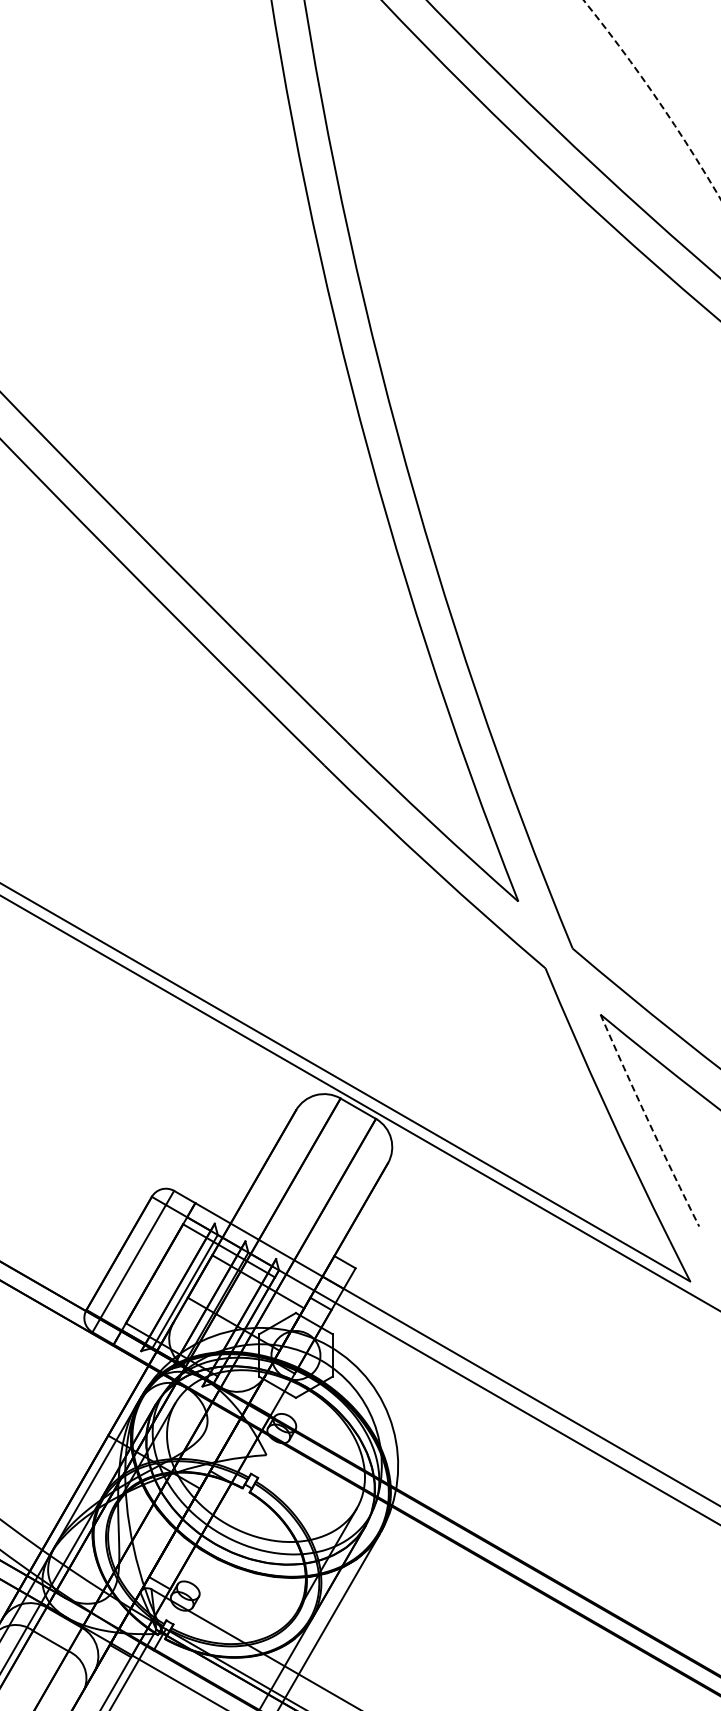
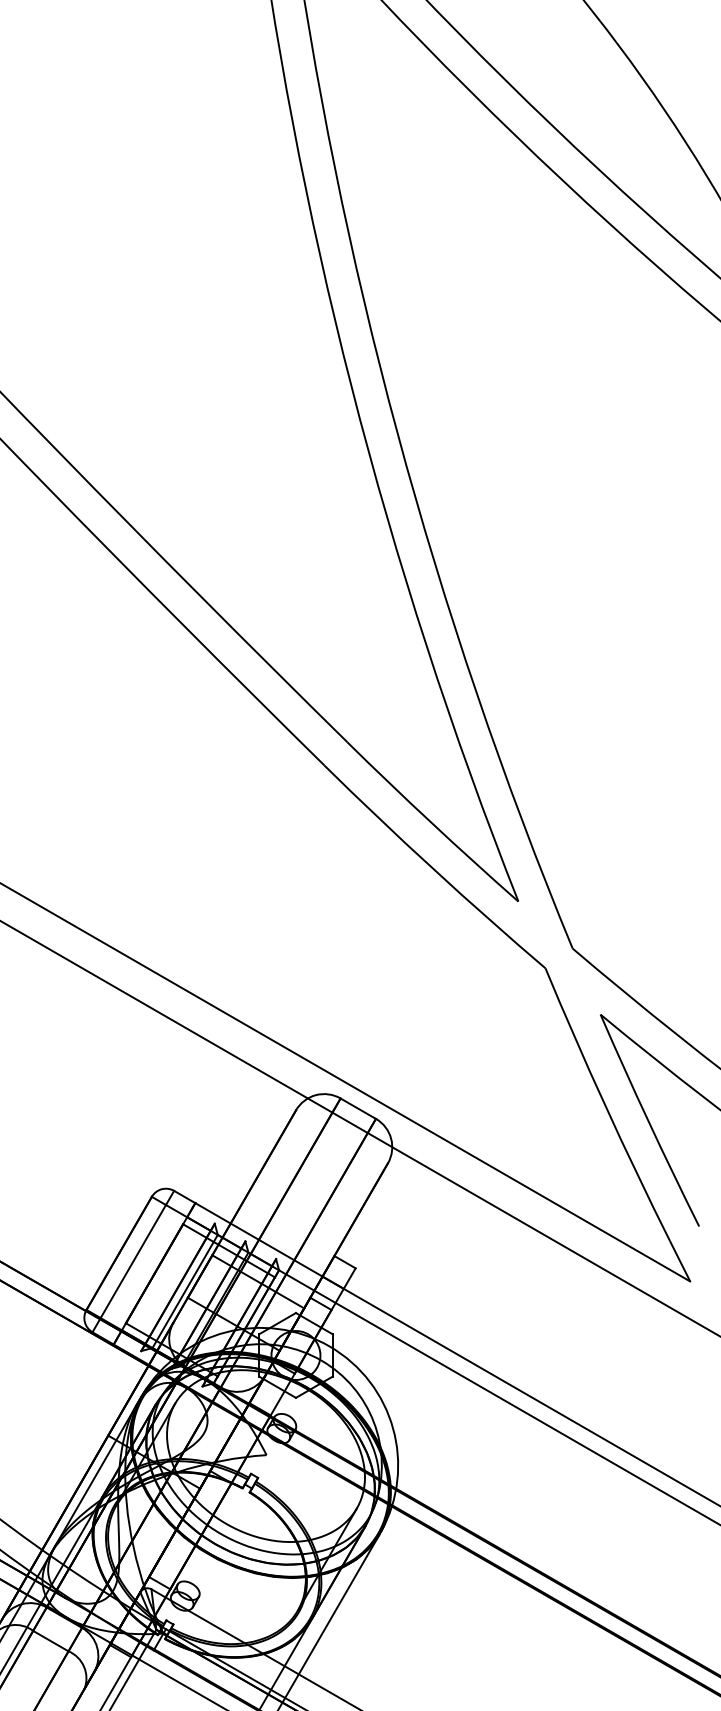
circle at (651, 99): dashed -> solid
line at (359, 1102) position: (359, 1102) -> (359, 1128)
arc at (648, 1121): dashed -> solid
